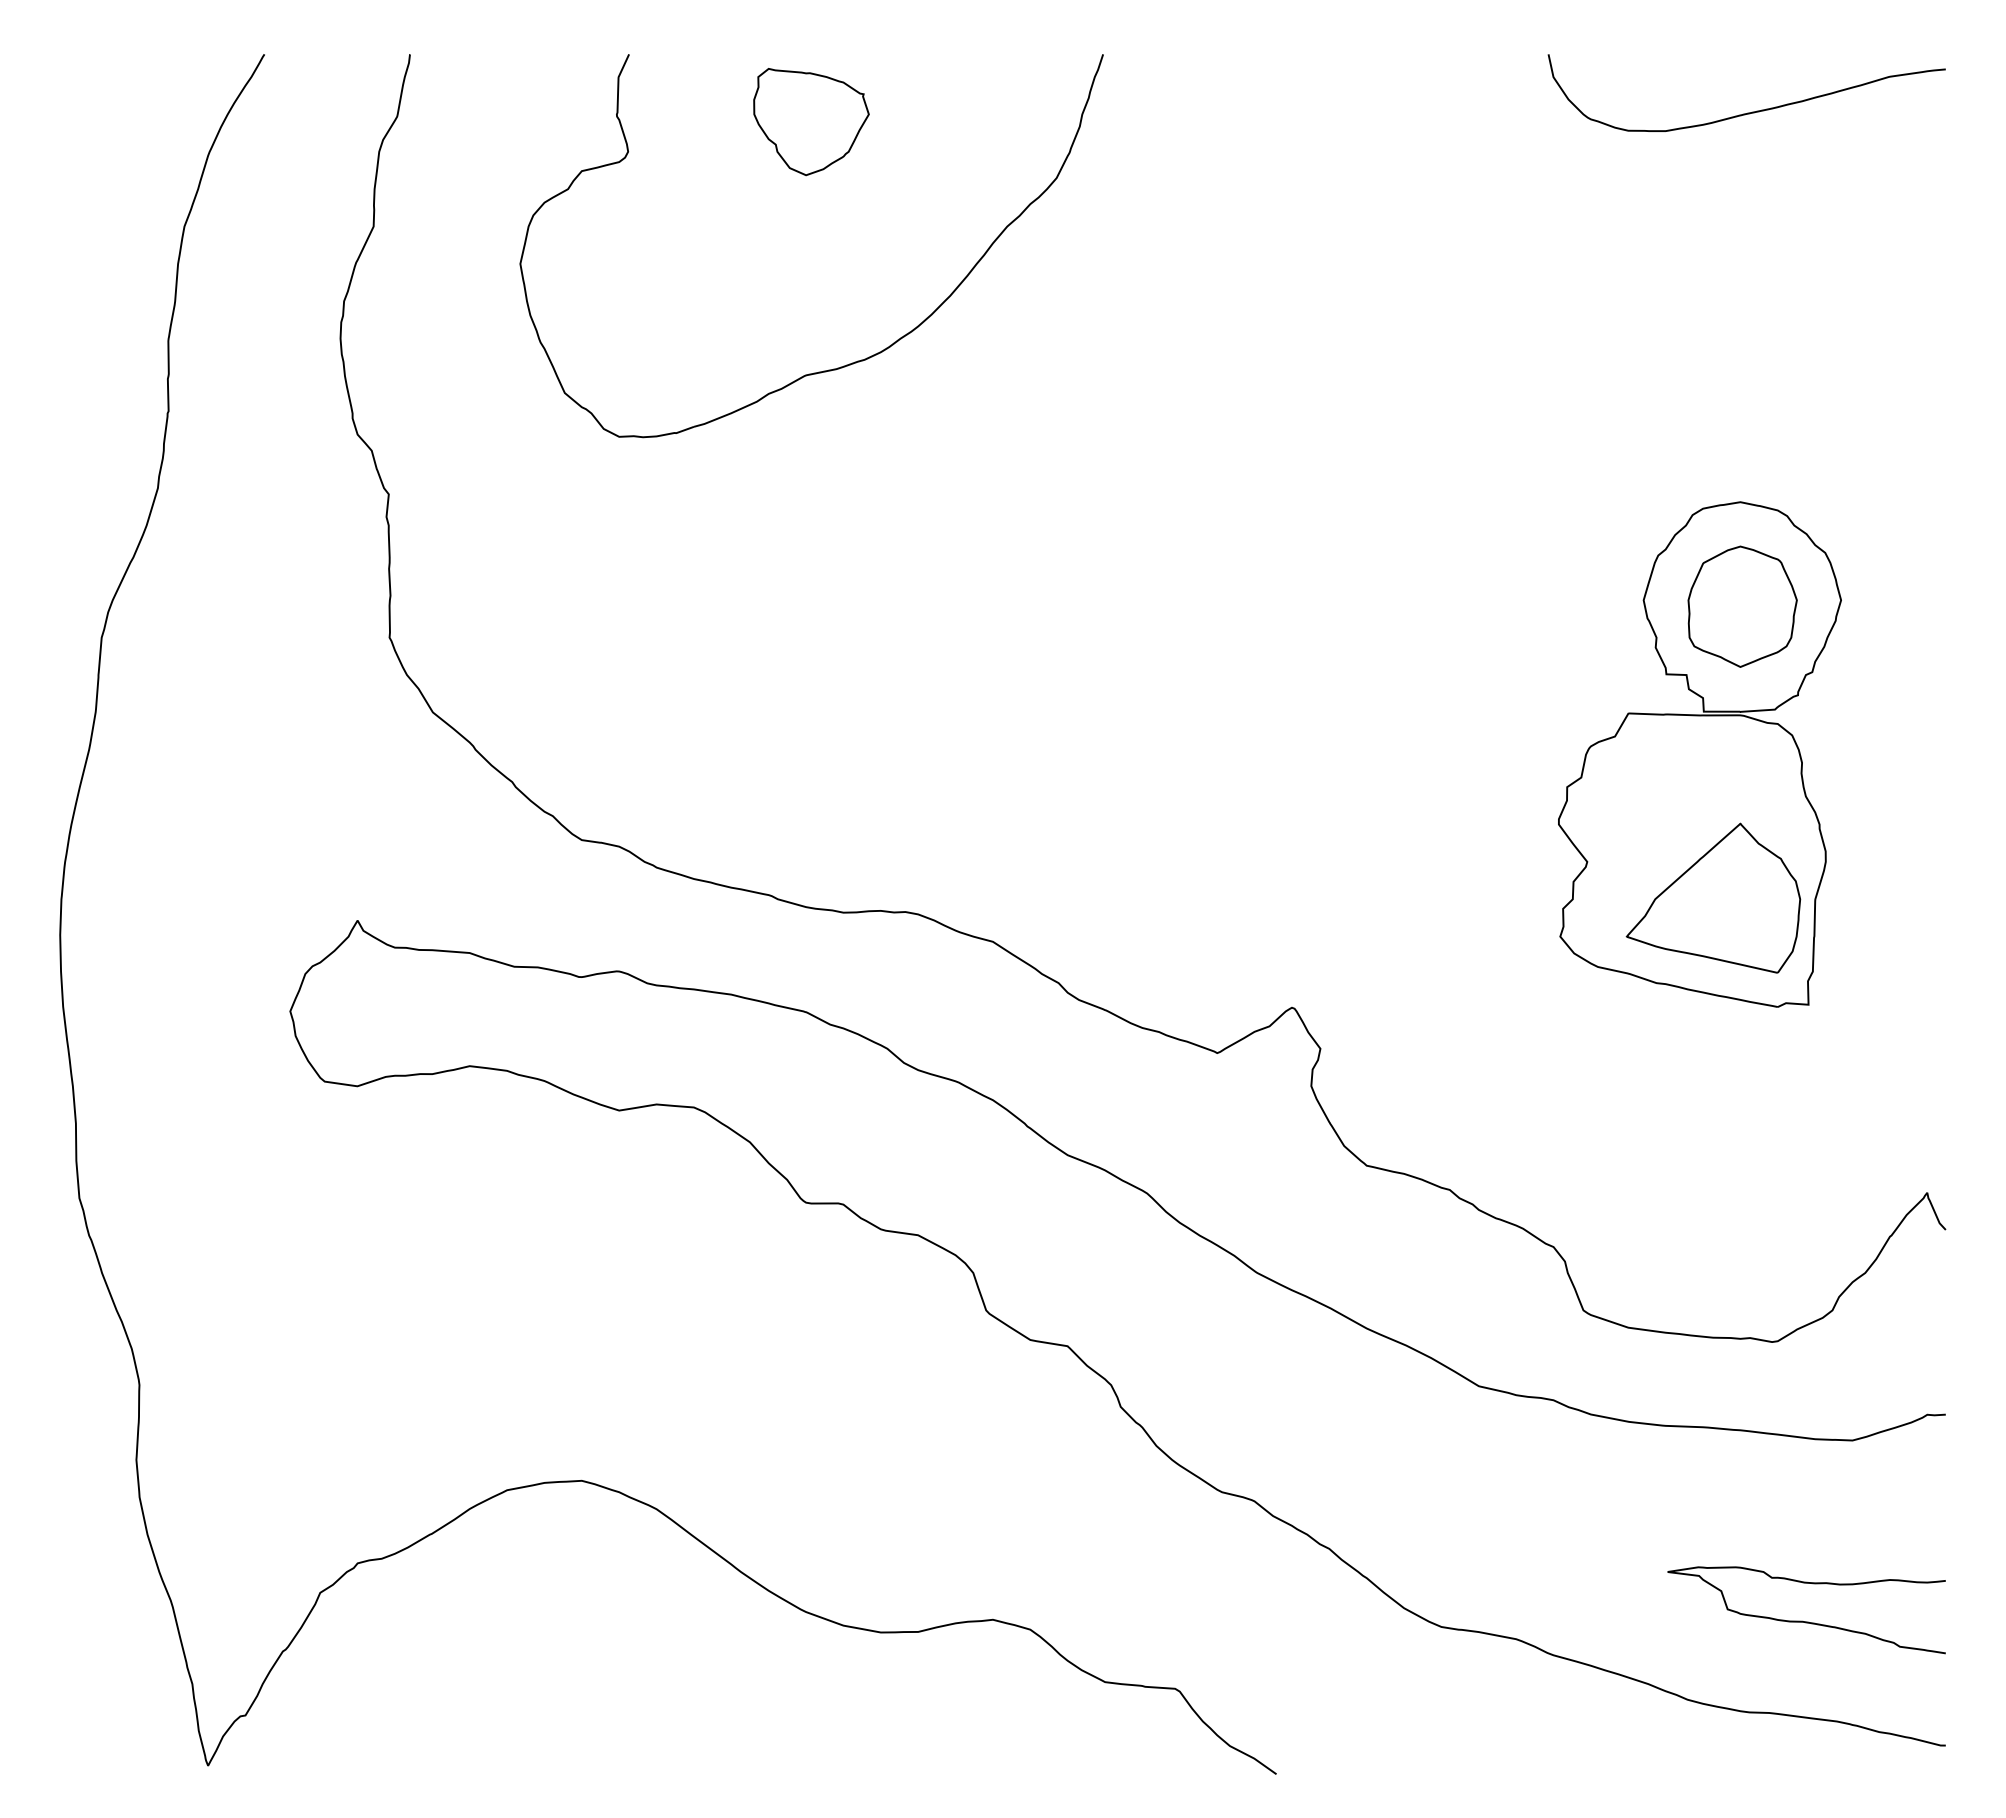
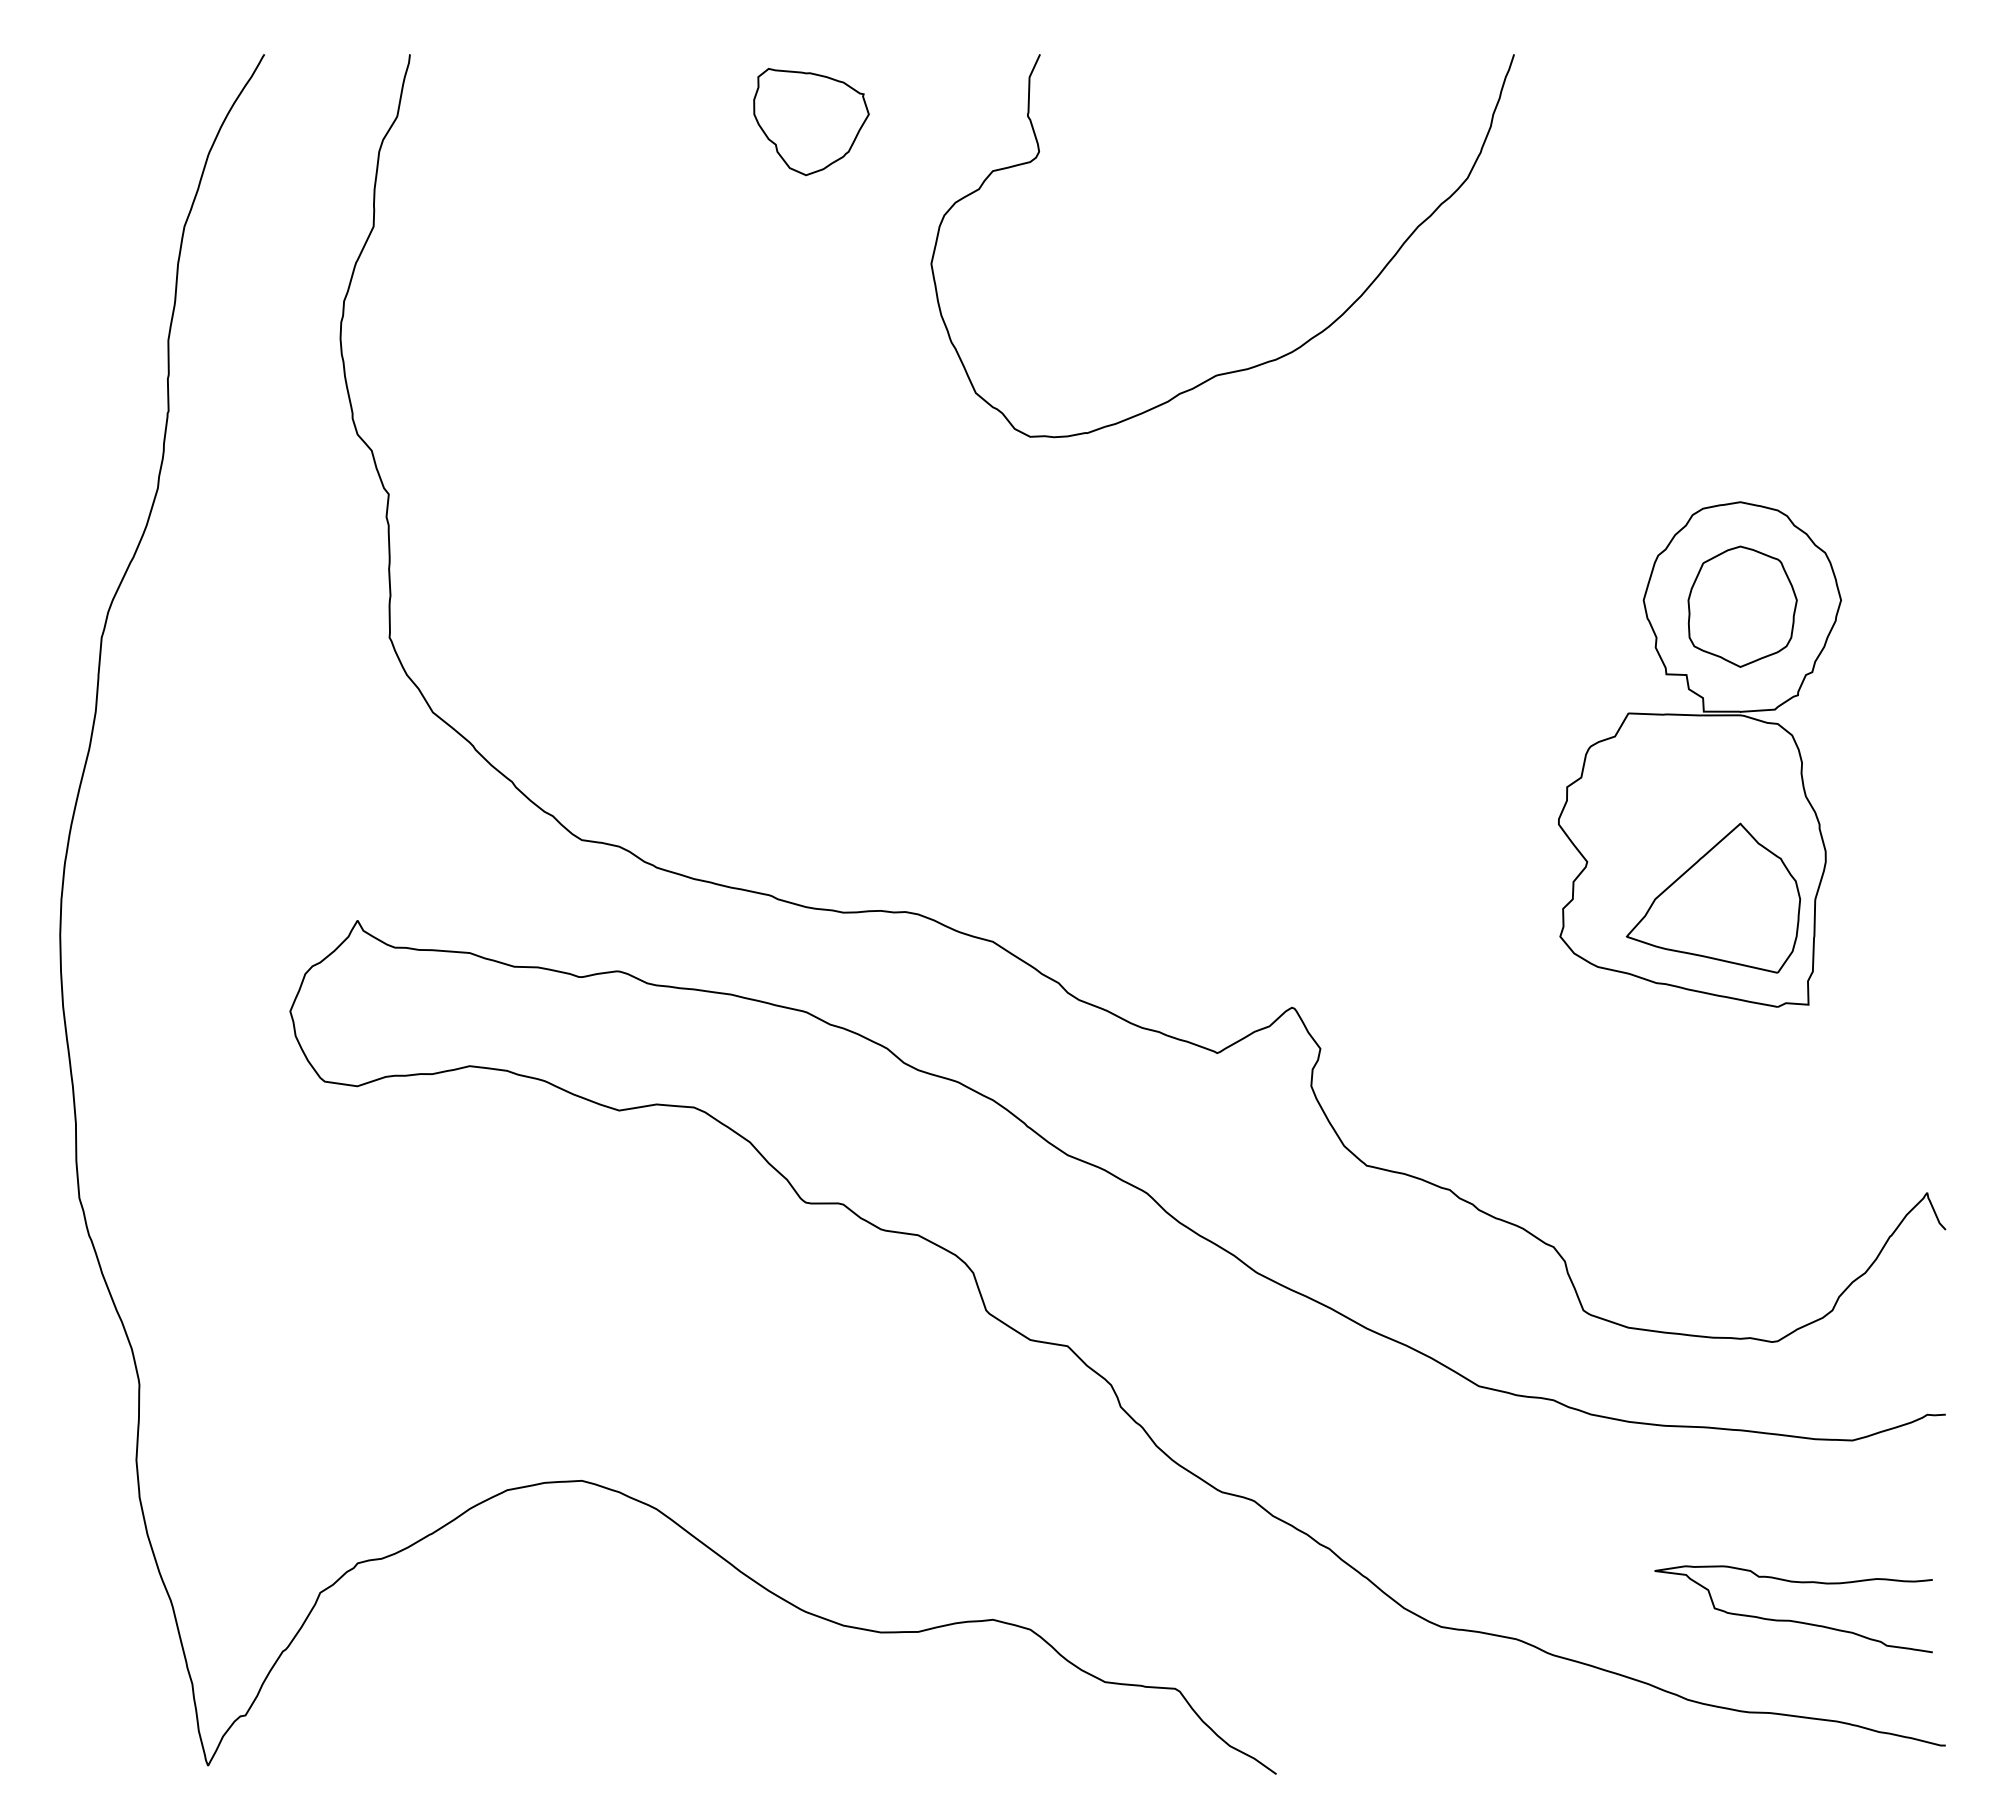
curve at (1752, 111): present -> none
part at (857, 360) position: (857, 360) -> (1268, 360)
curve at (1802, 1620) position: (1802, 1620) -> (1789, 1619)
